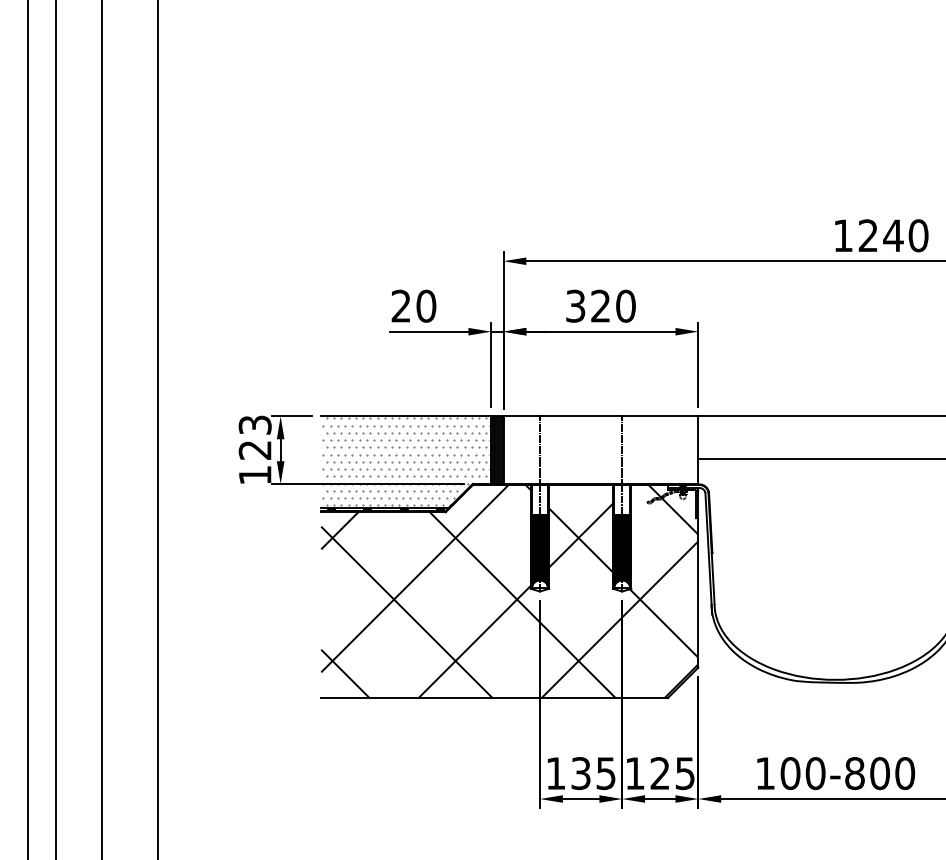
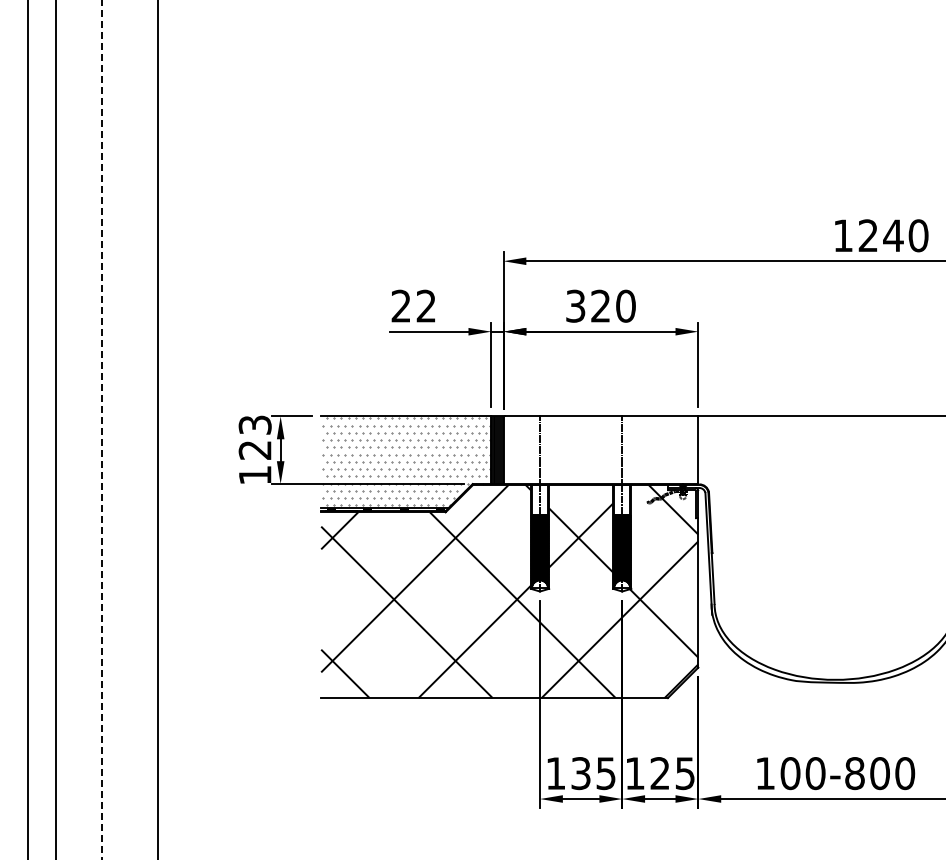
text at (426, 305): 20 -> 22
line at (102, 429): solid -> dashed
line at (820, 459): present -> none
